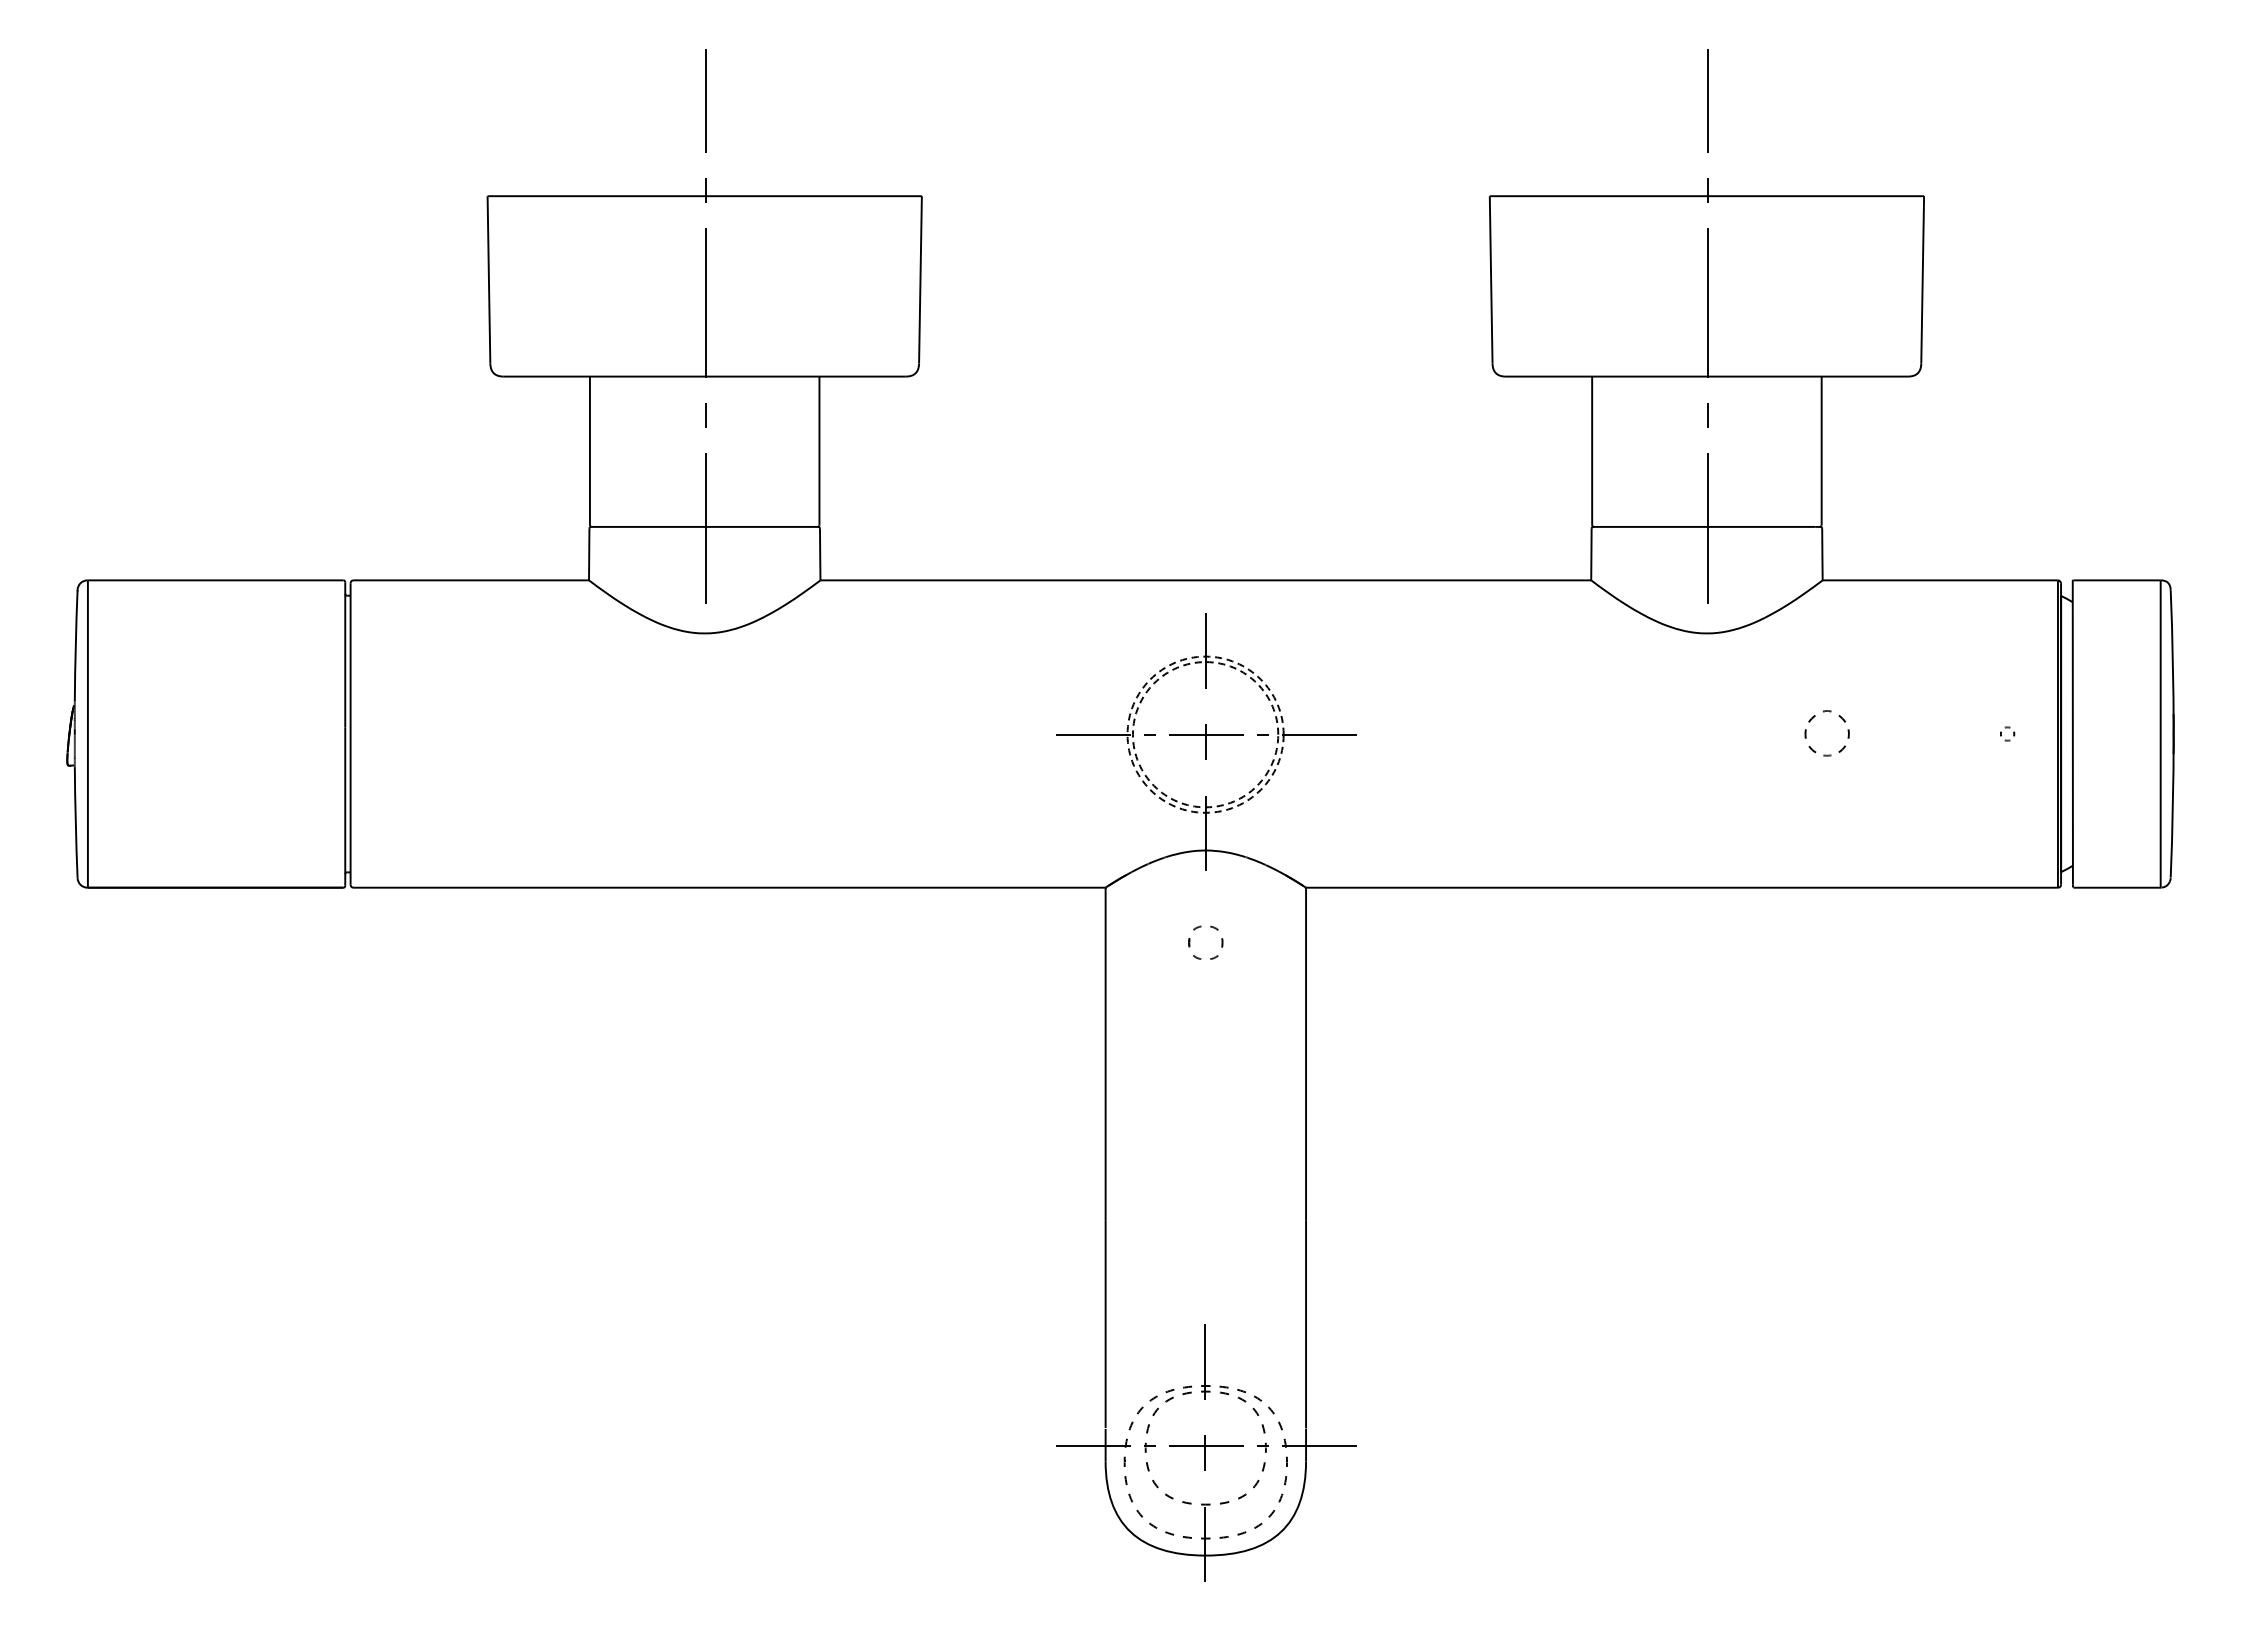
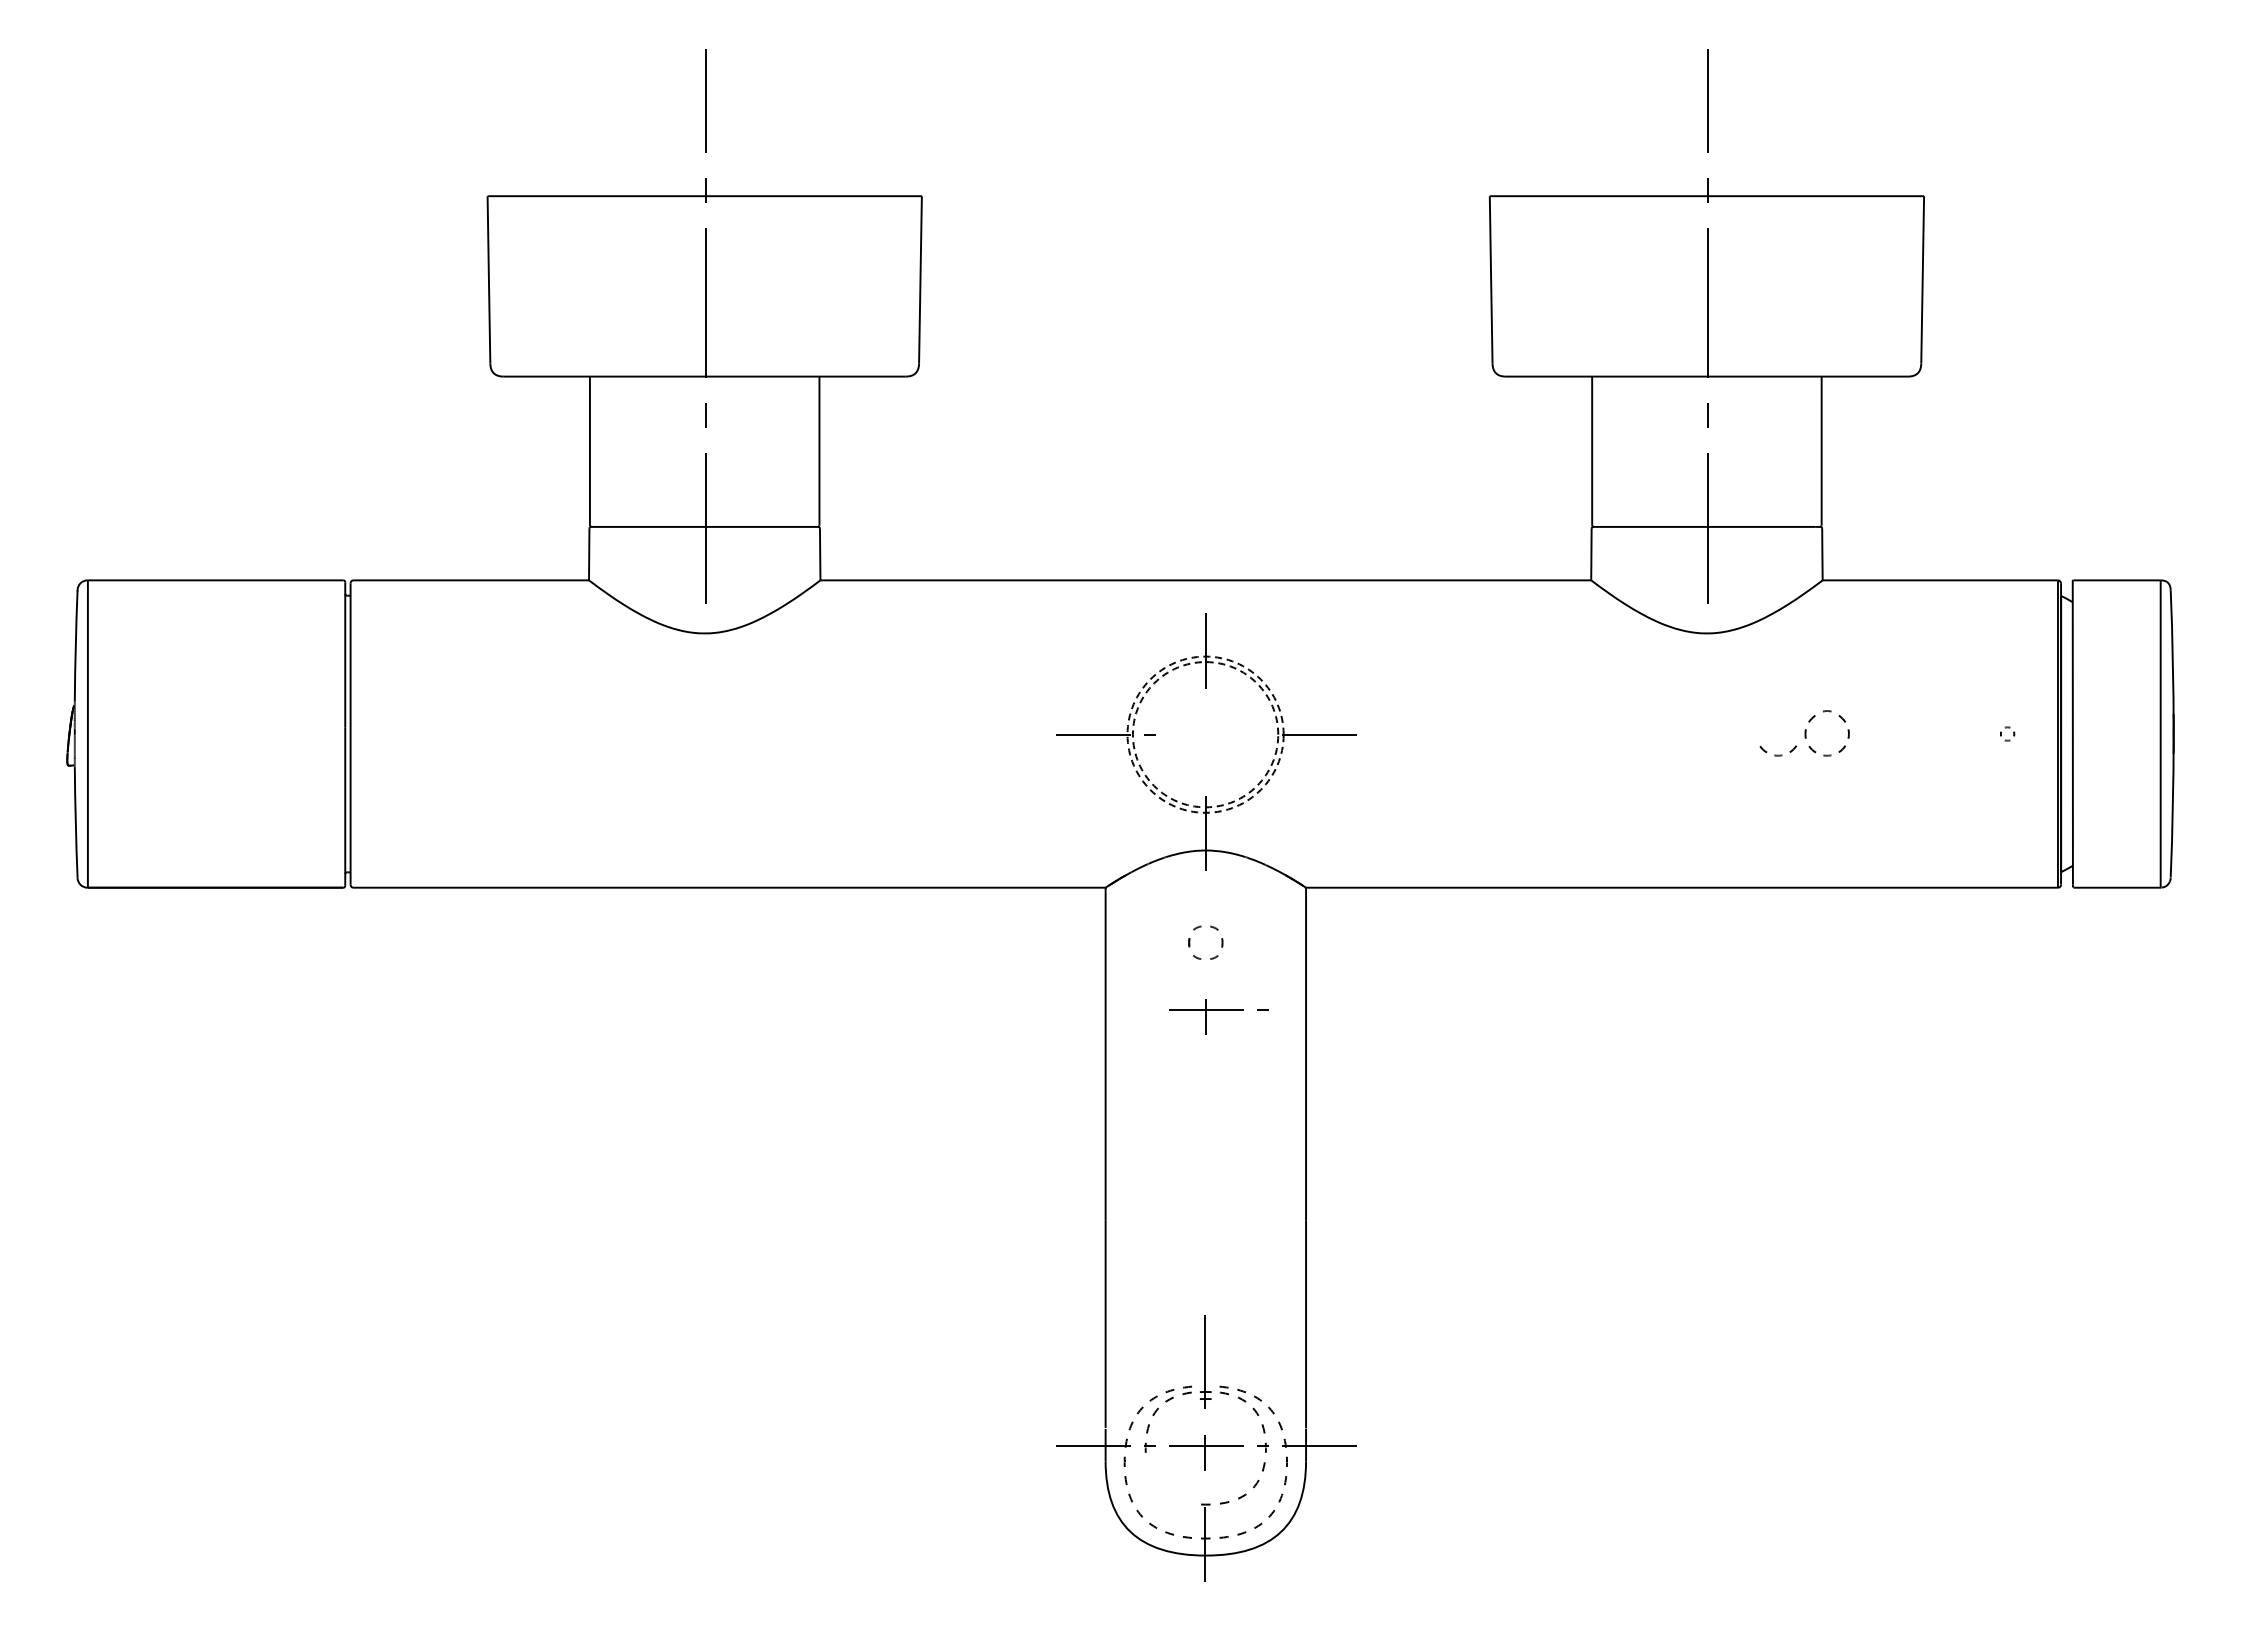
part at (1218, 741) position: (1218, 741) -> (1218, 1016)
part at (1777, 750): none -> present
part at (1205, 1361) size: 10x76 px -> 12x94 px
part at (1166, 1493): present -> none
